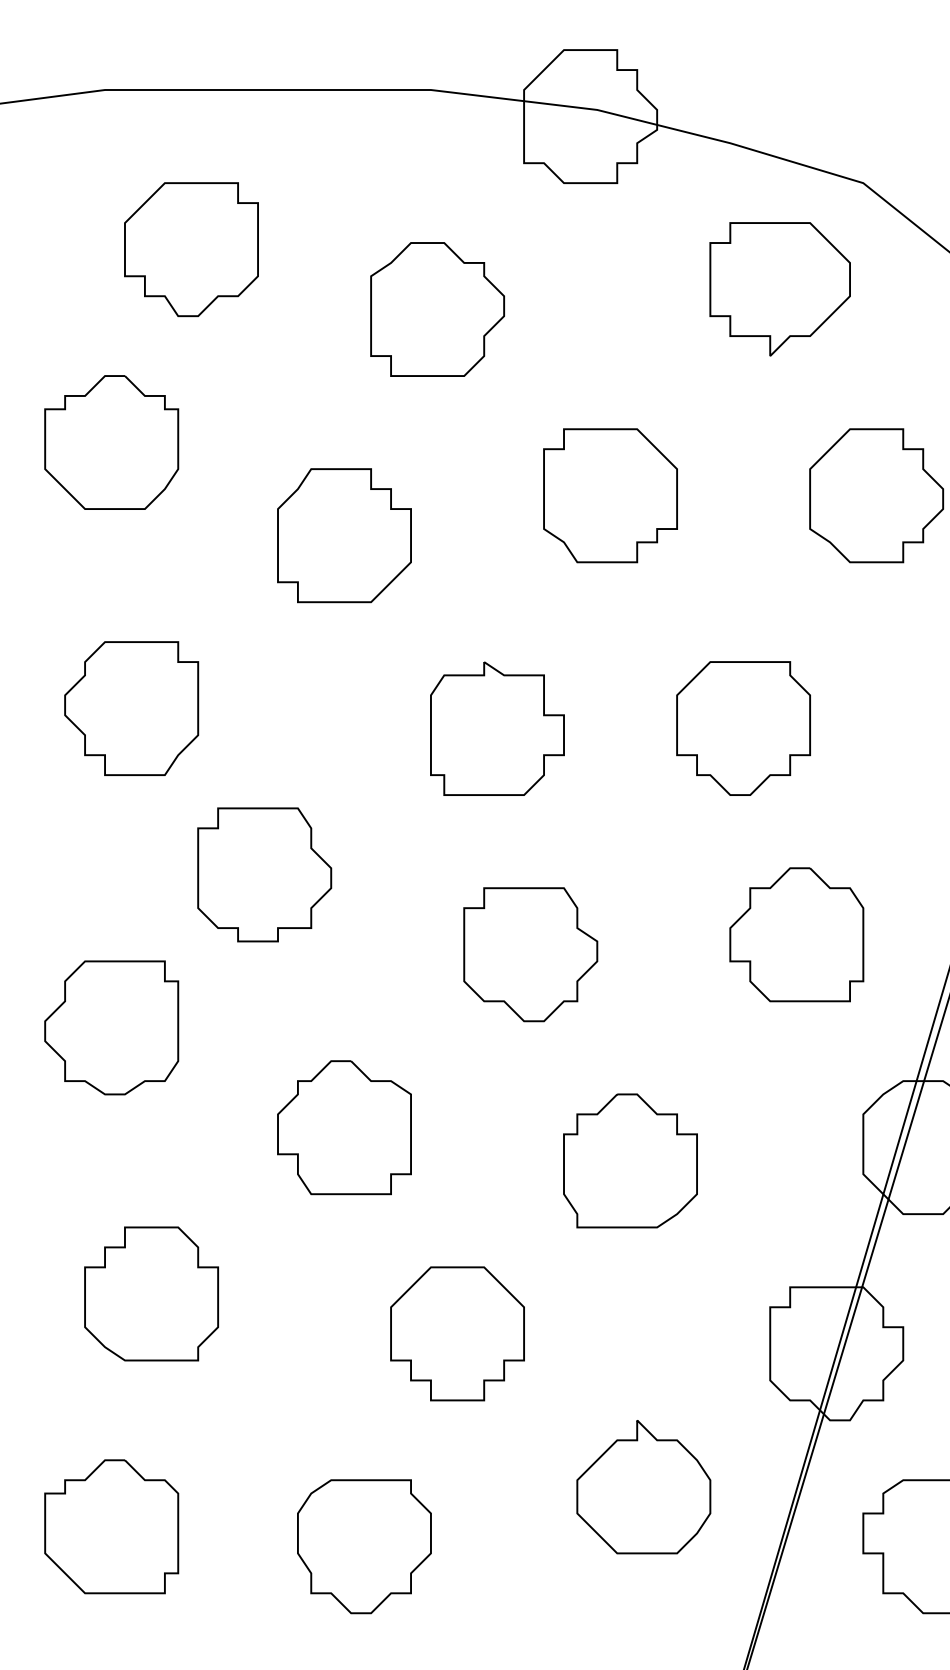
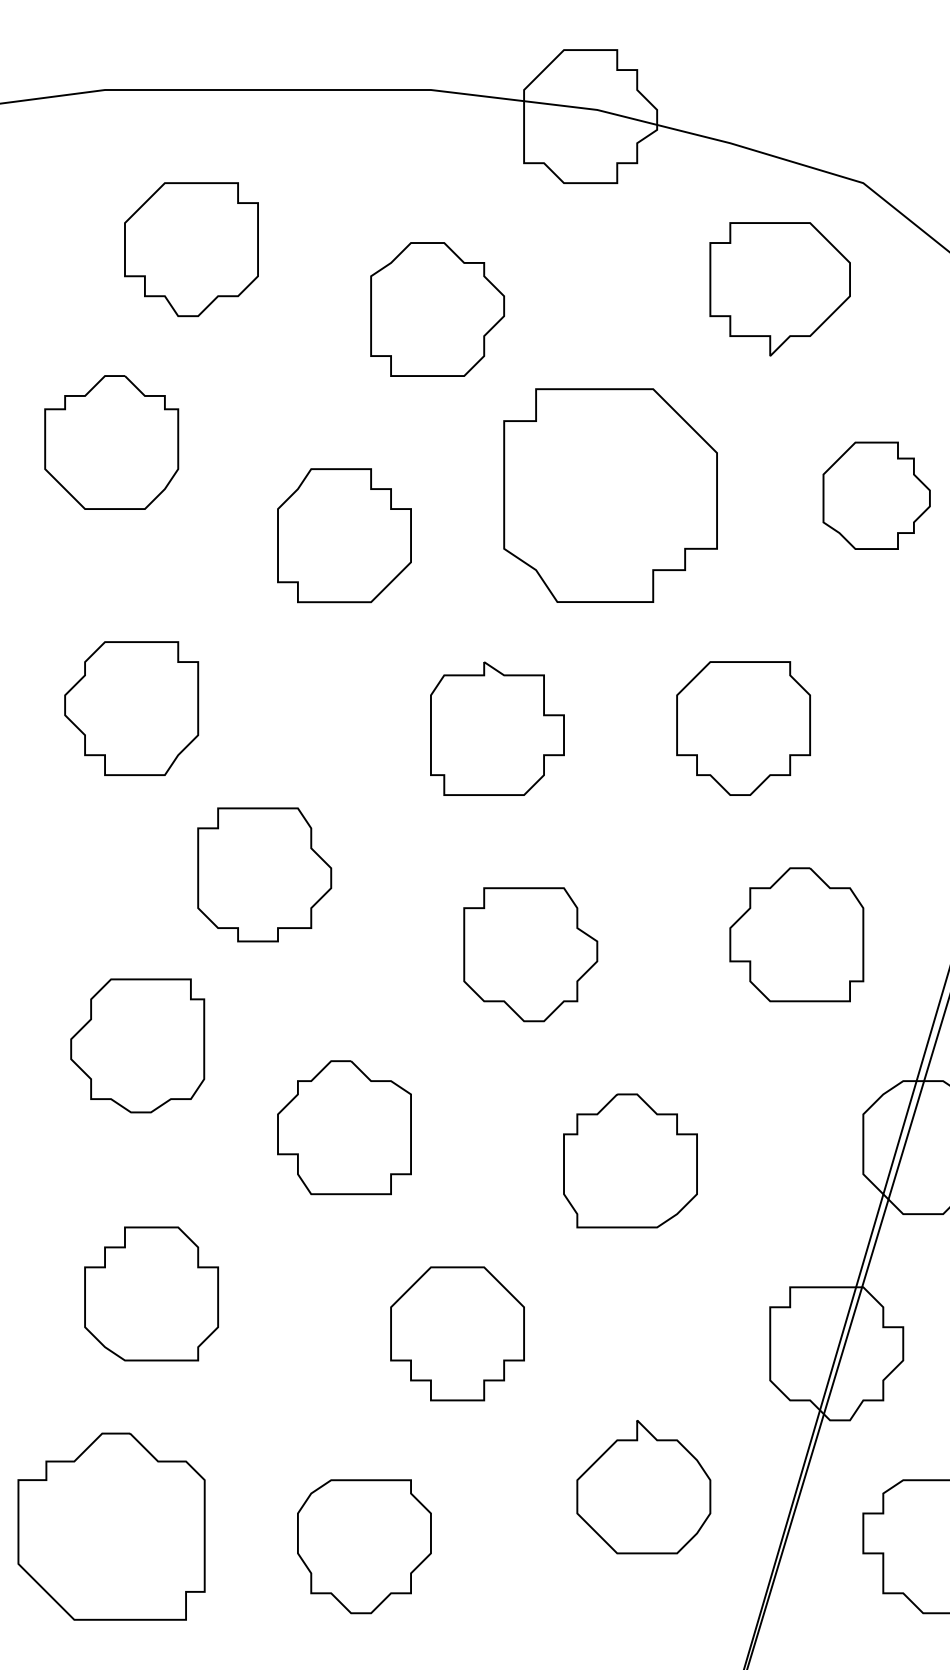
part at (610, 495) size: 135x136 px -> 215x215 px
part at (876, 495) size: 136x136 px -> 109x109 px
part at (111, 1027) position: (111, 1027) -> (137, 1045)
part at (111, 1526) size: 136x136 px -> 189x189 px
